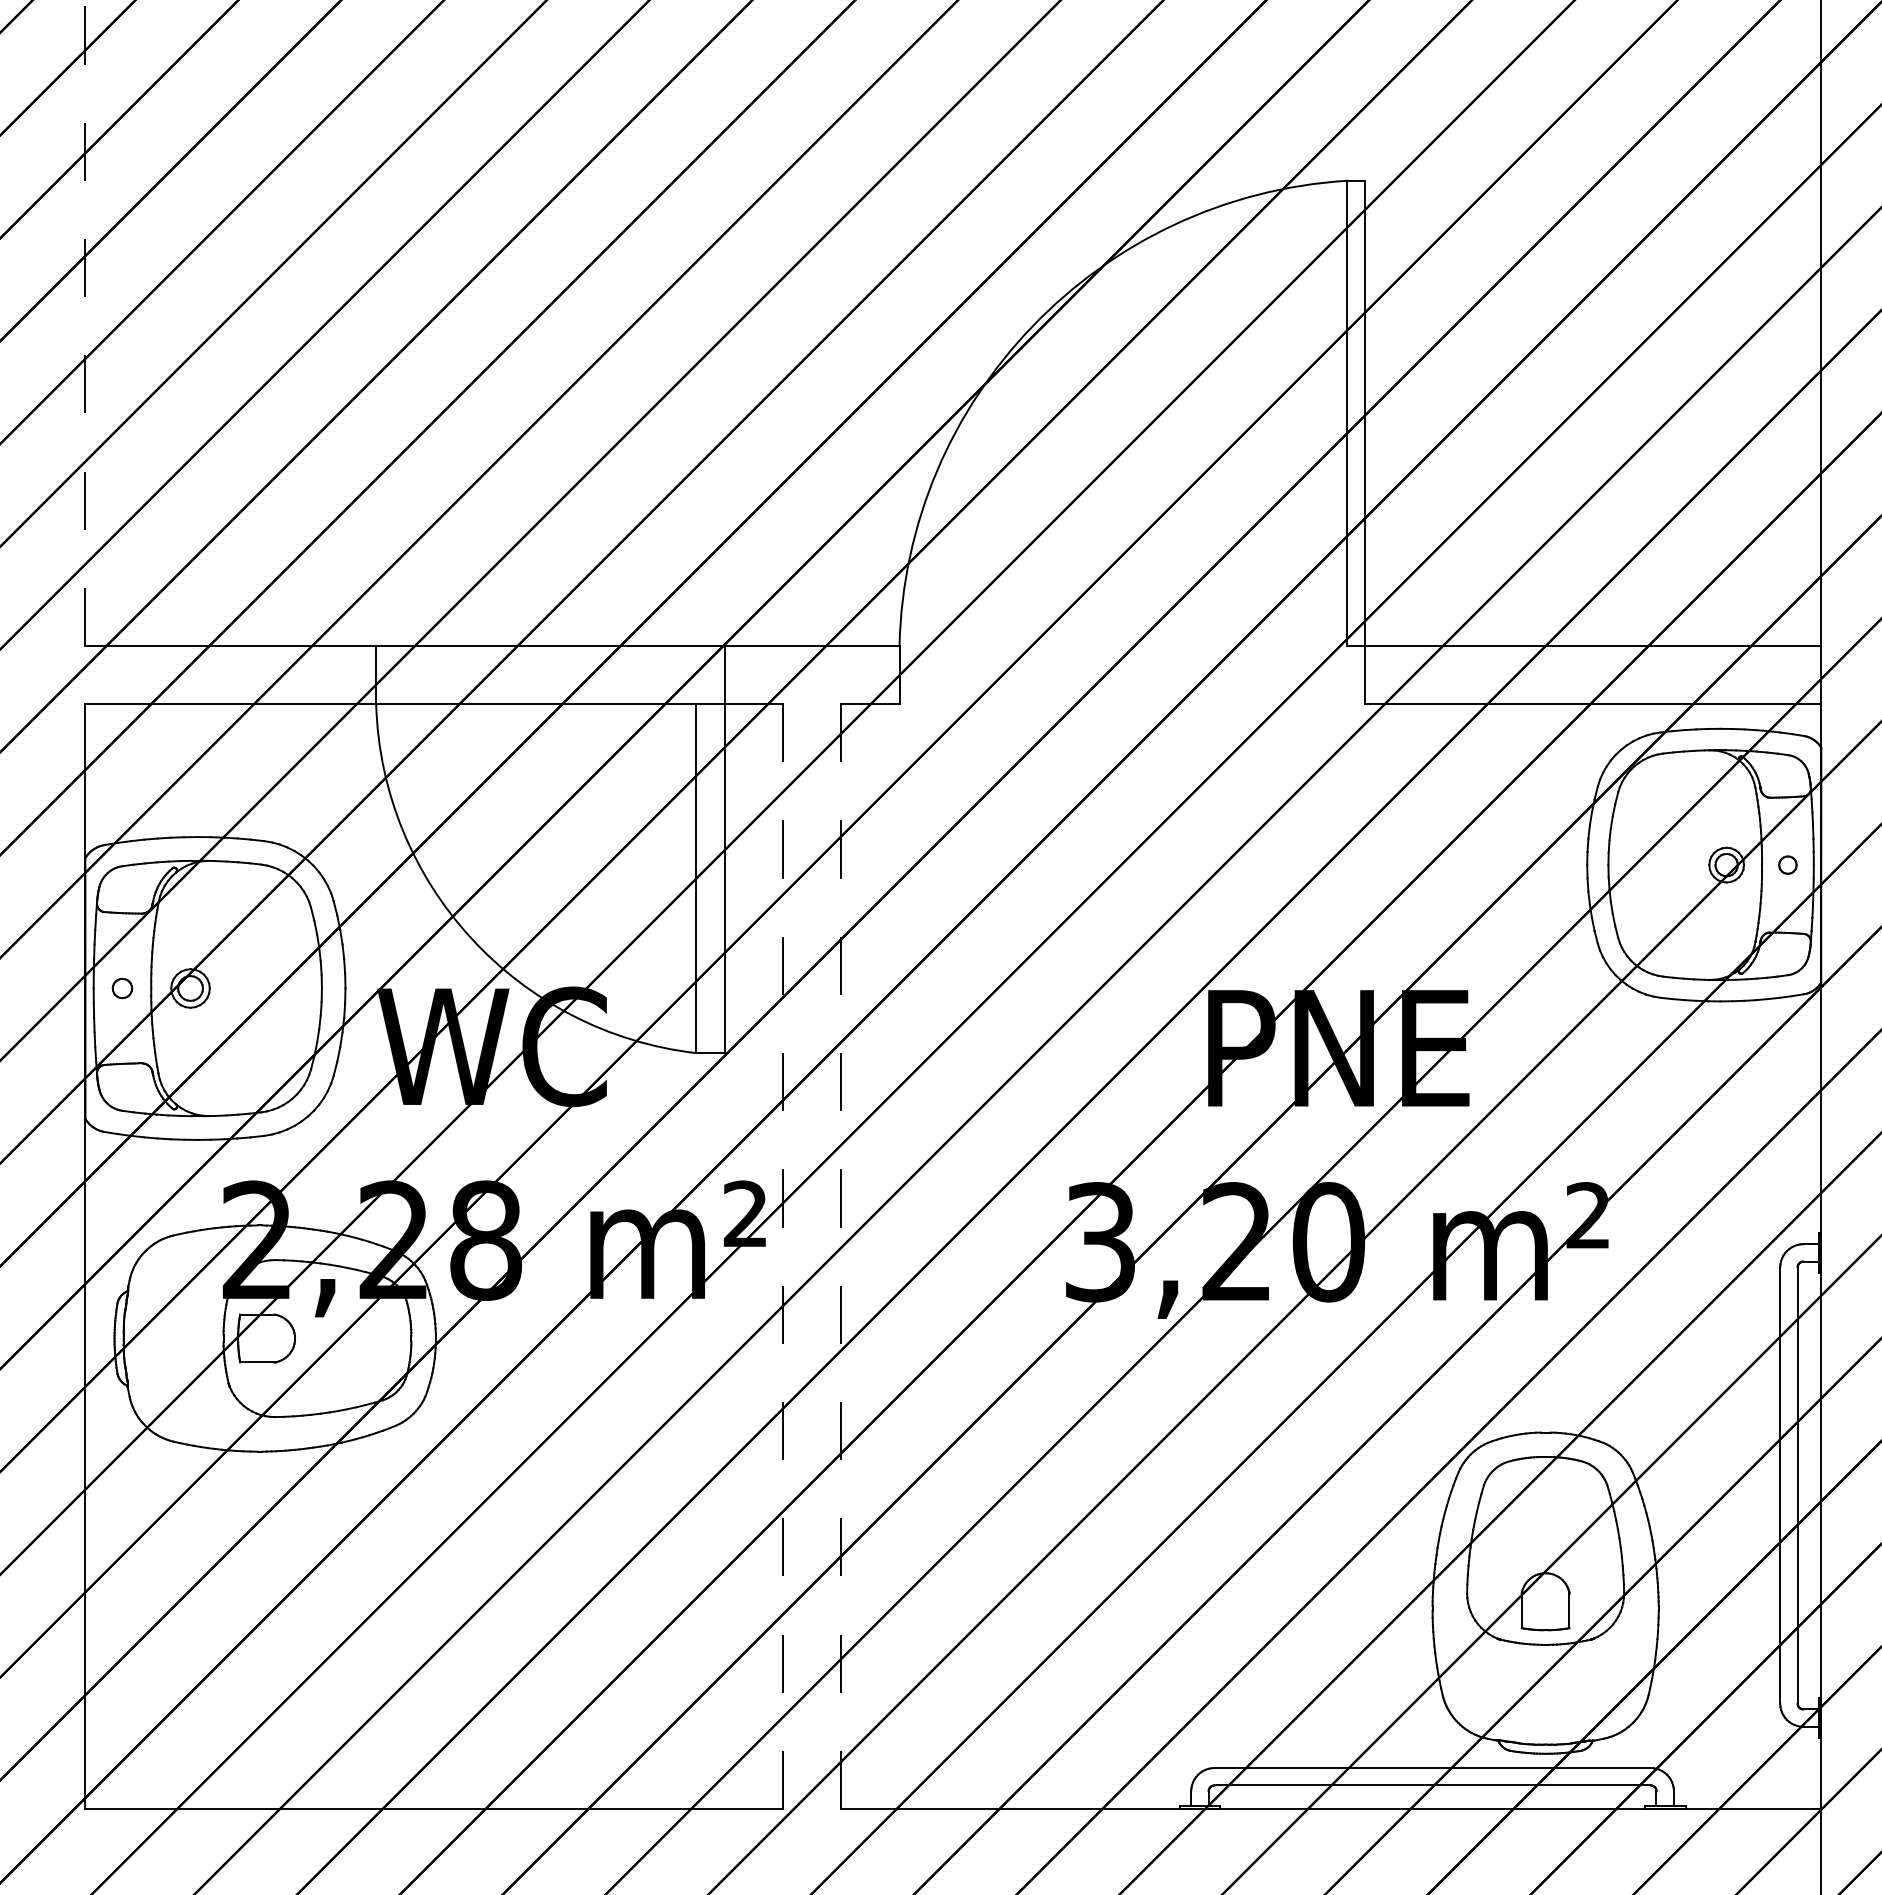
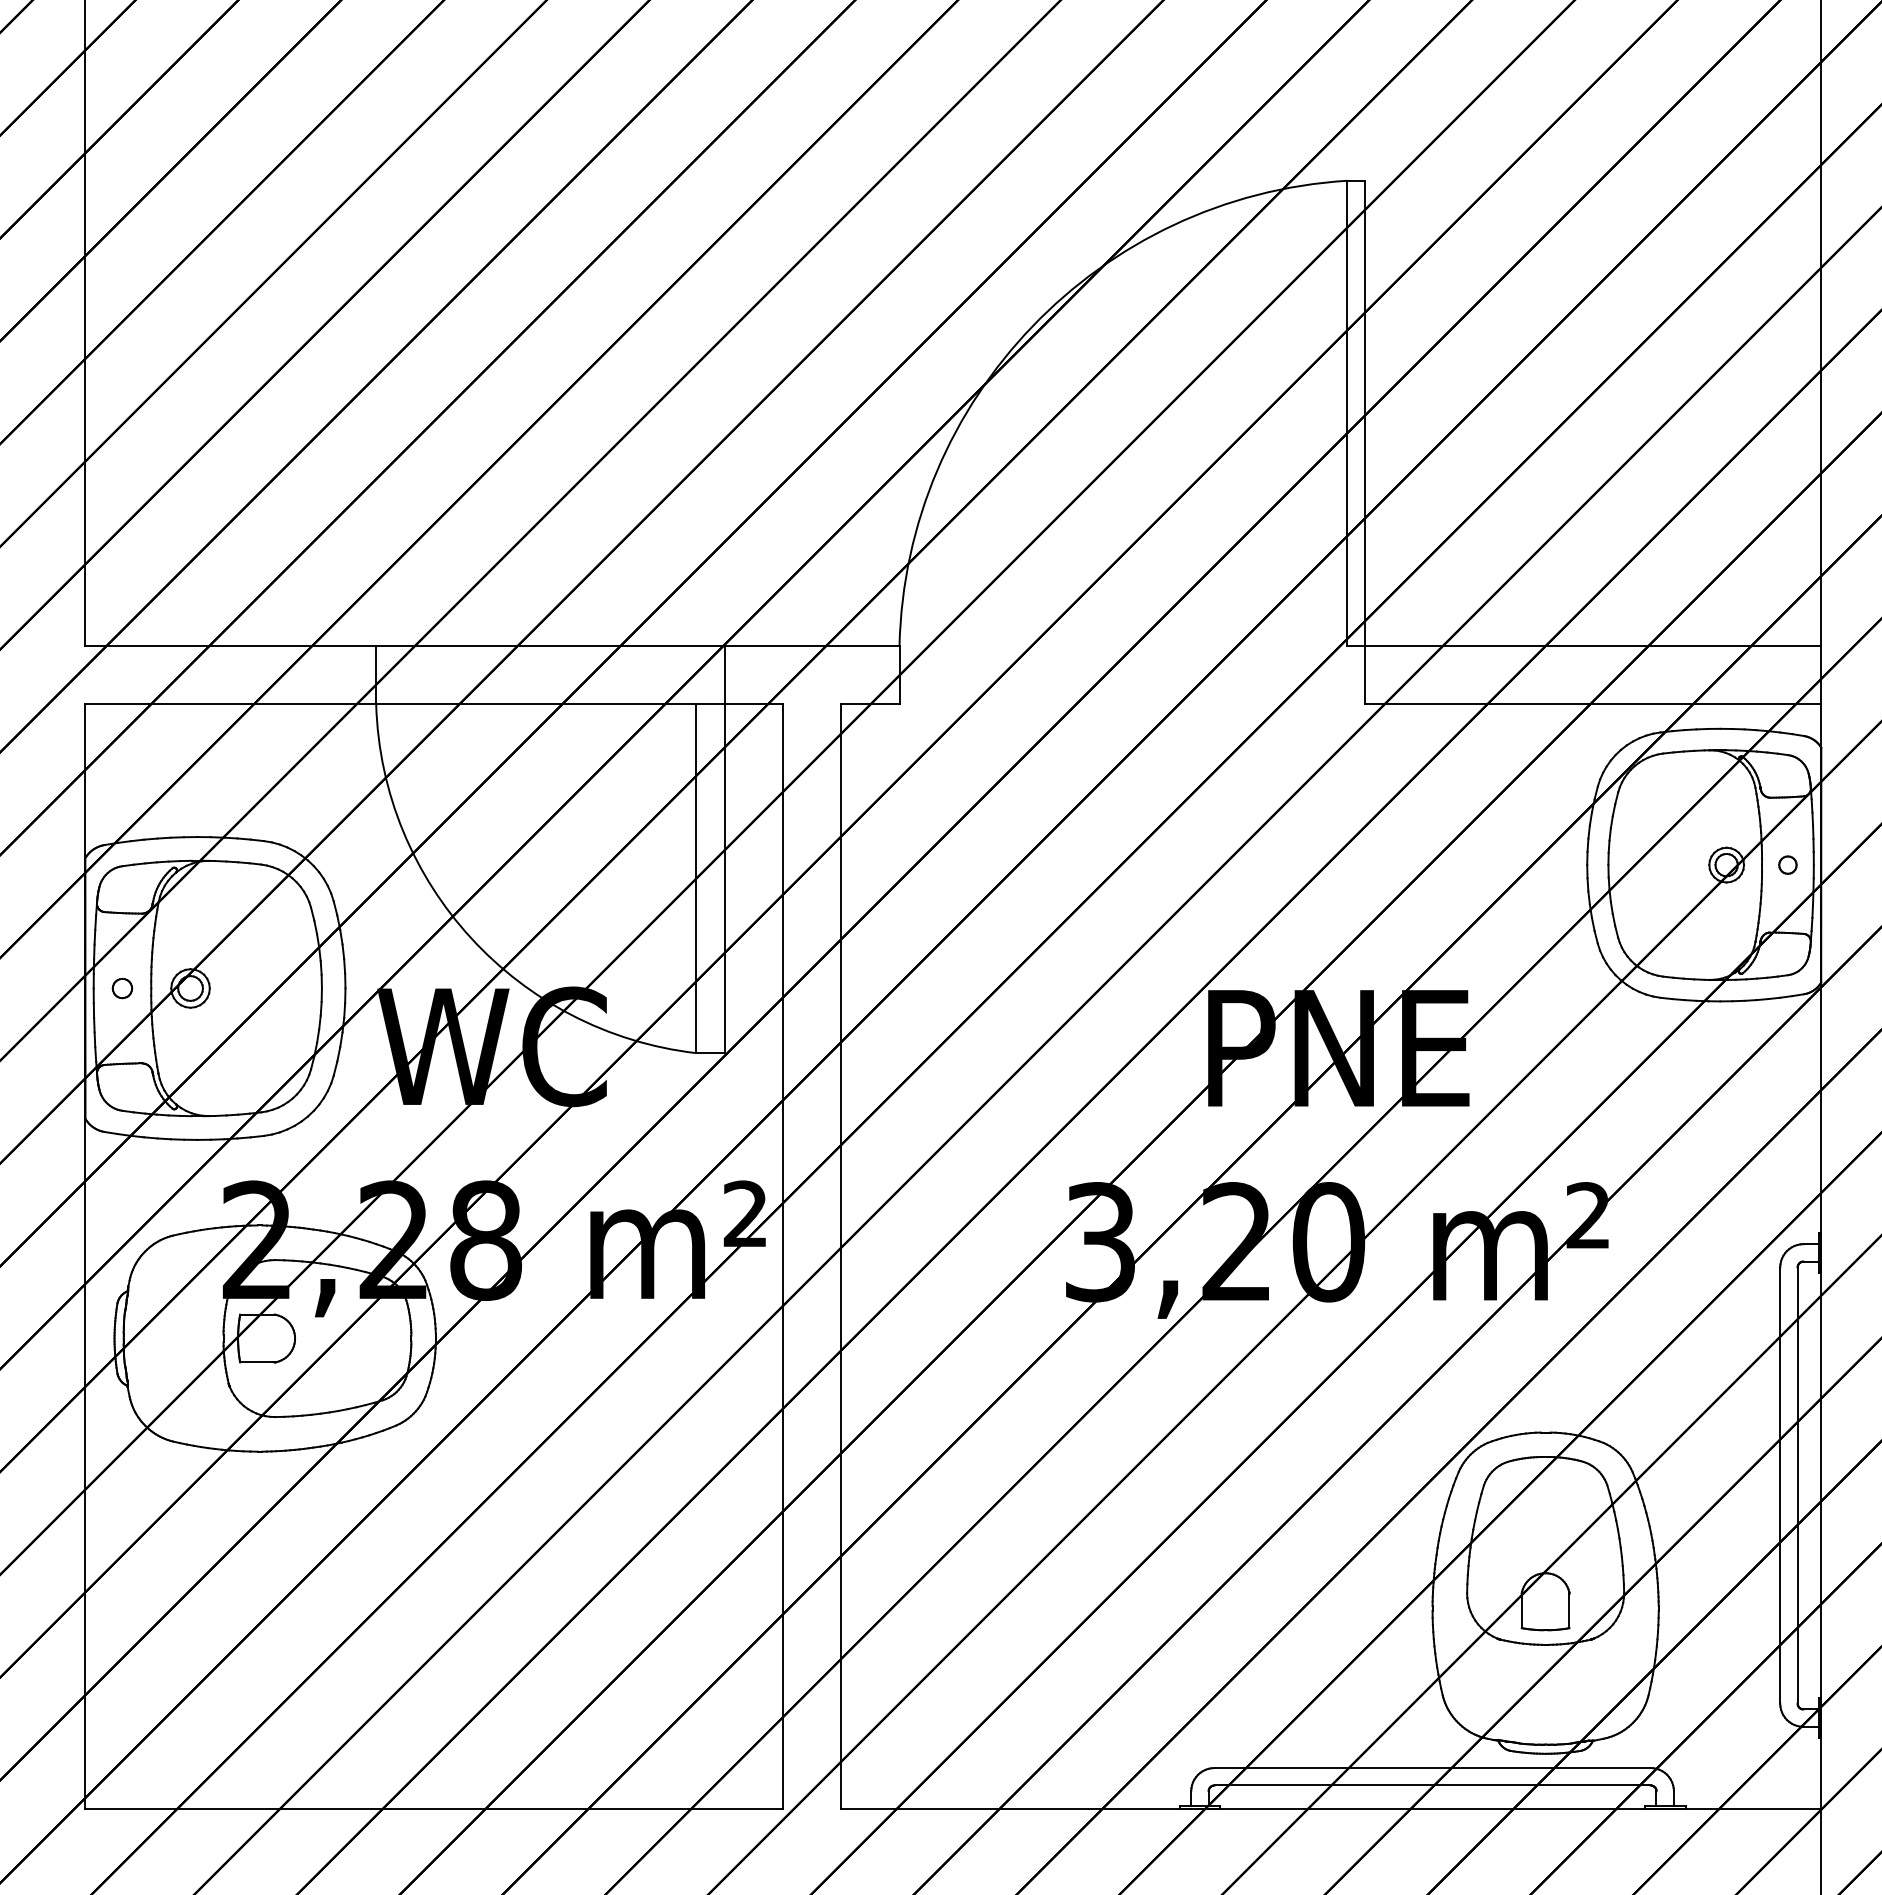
line at (85, 323): dashed -> solid
line at (841, 1256): dashed -> solid
line at (783, 1257): dashed -> solid
